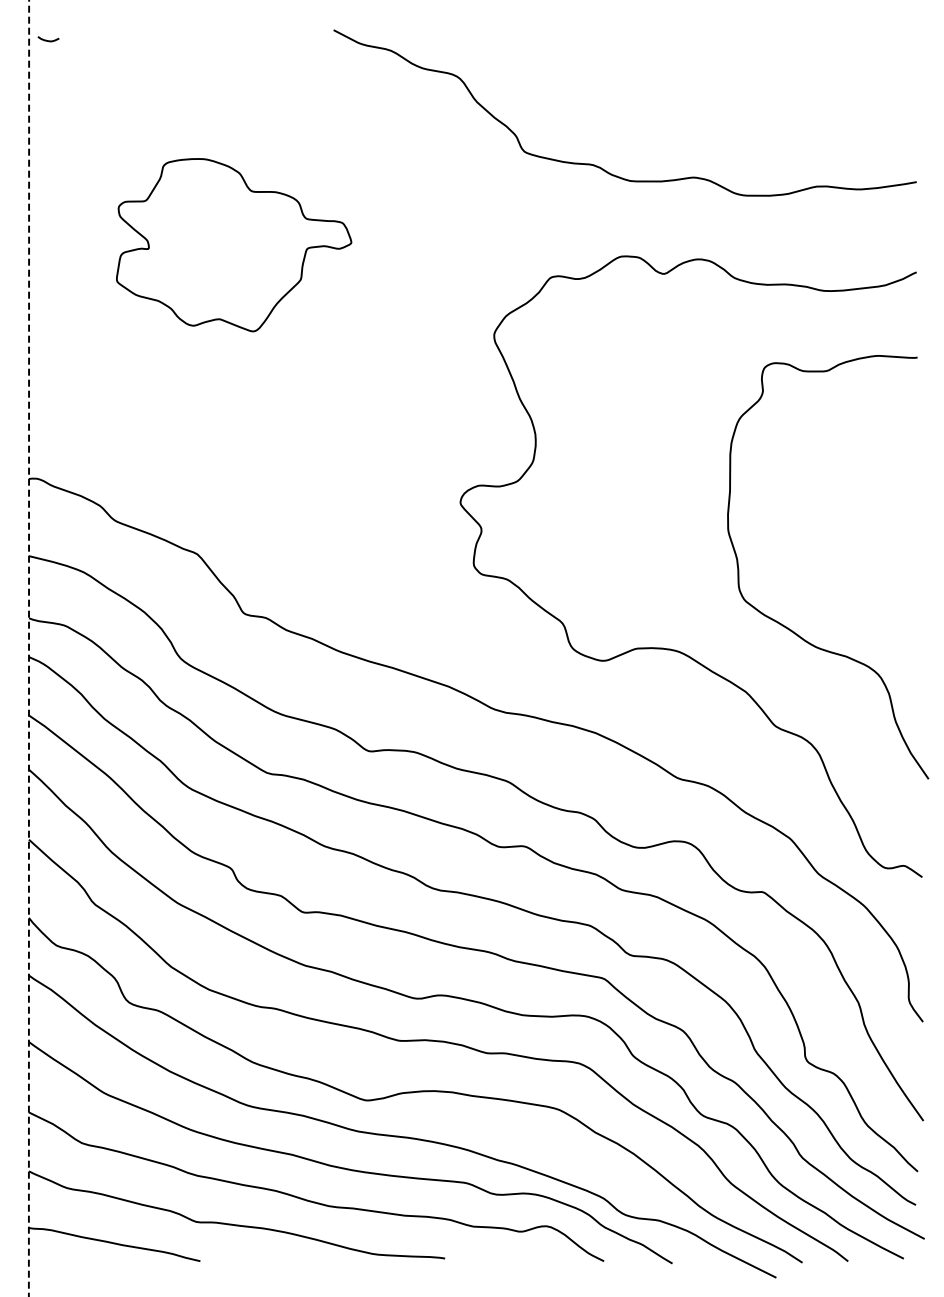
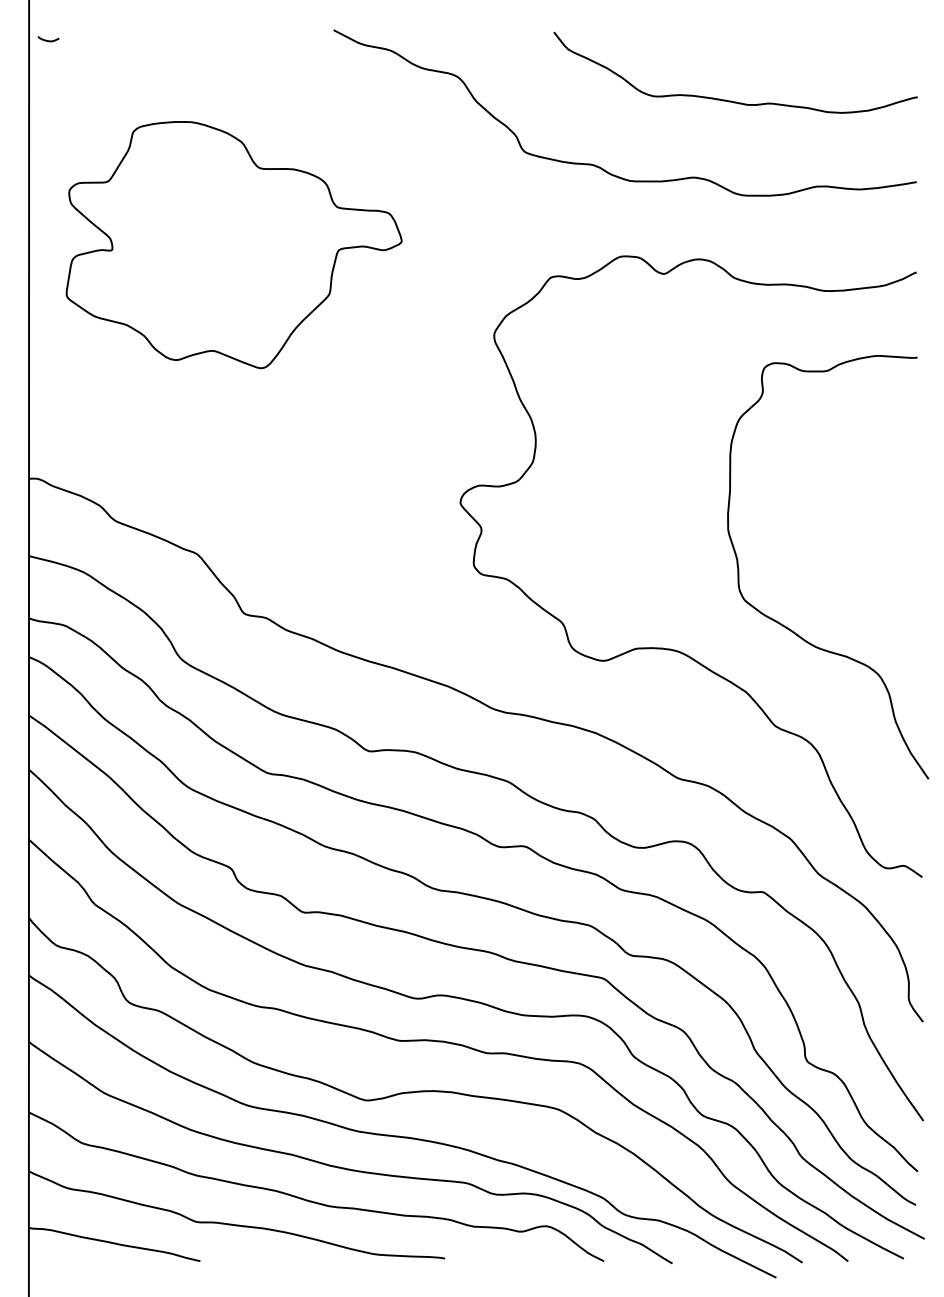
curve at (731, 100): none -> present
part at (234, 245) size: 237x175 px -> 338x249 px
line at (29, 648): dashed -> solid
